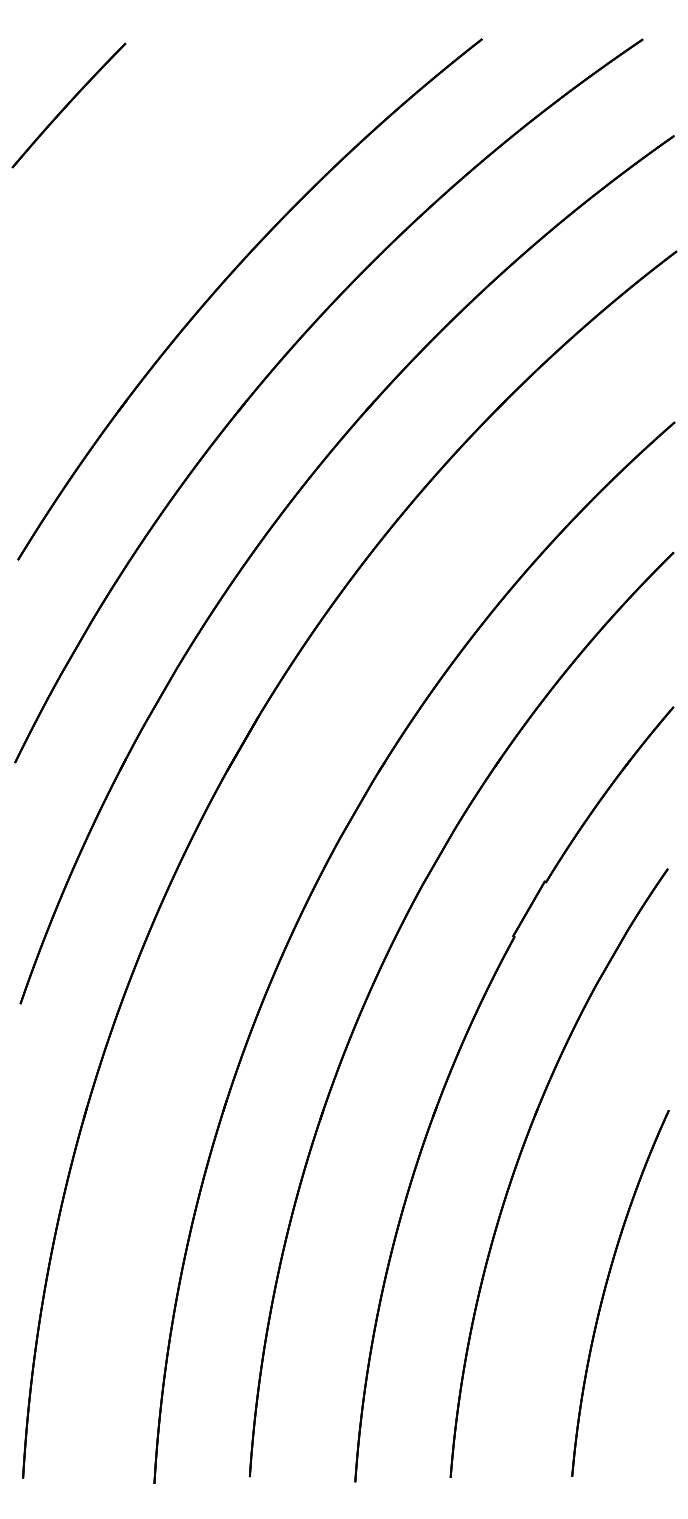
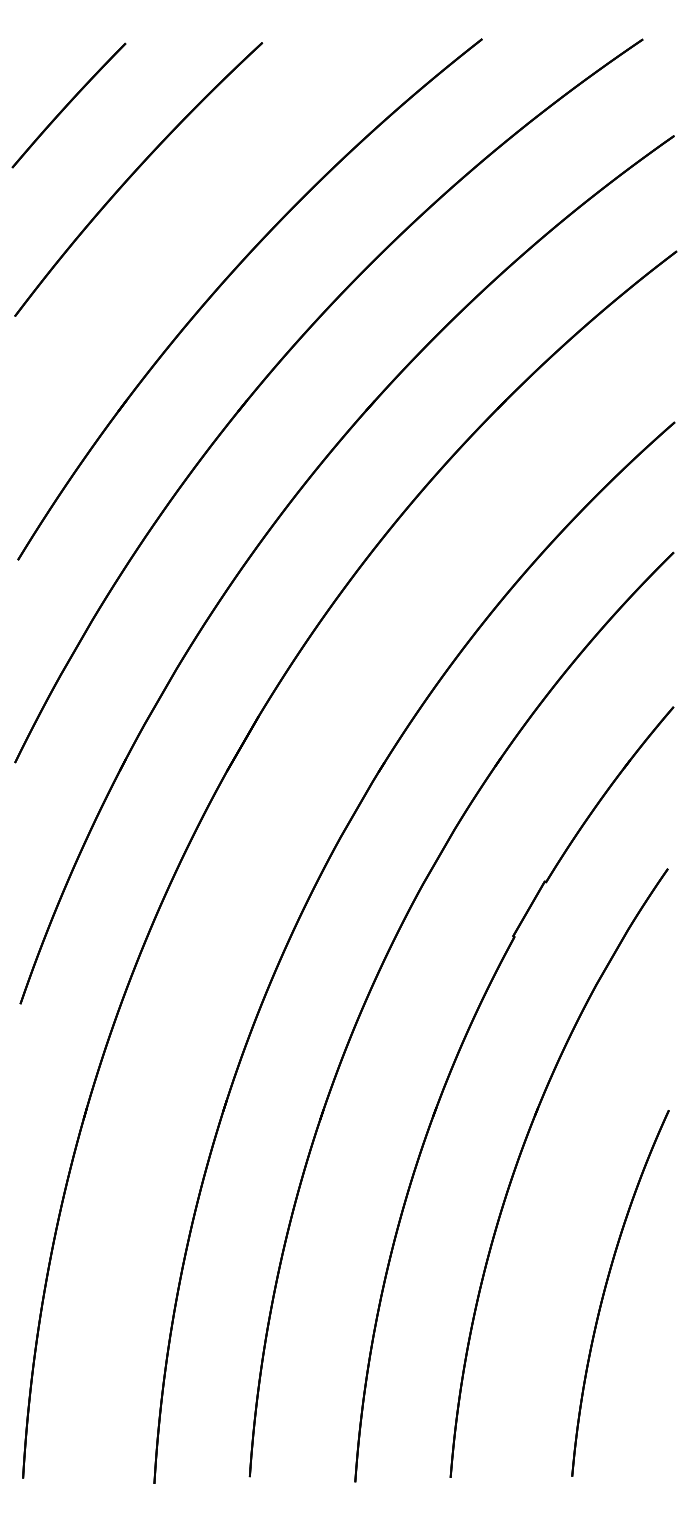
part at (133, 174): none -> present
